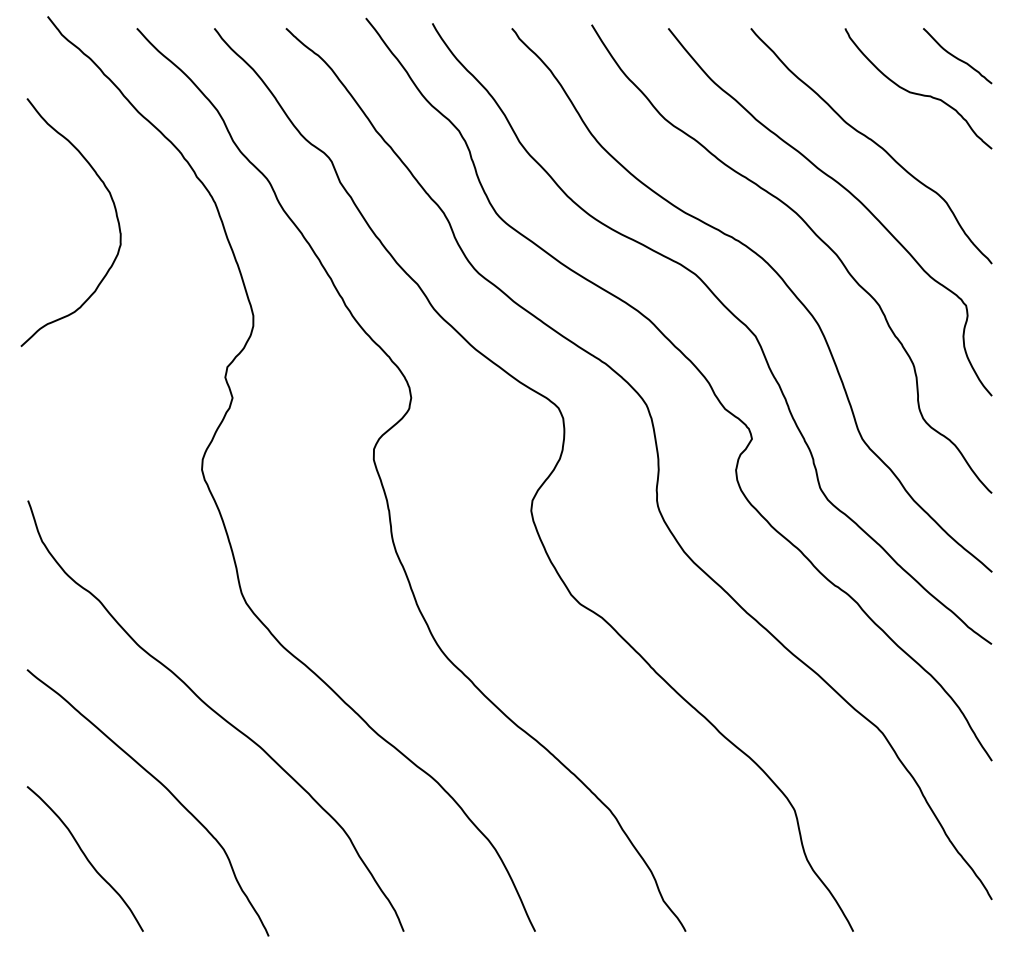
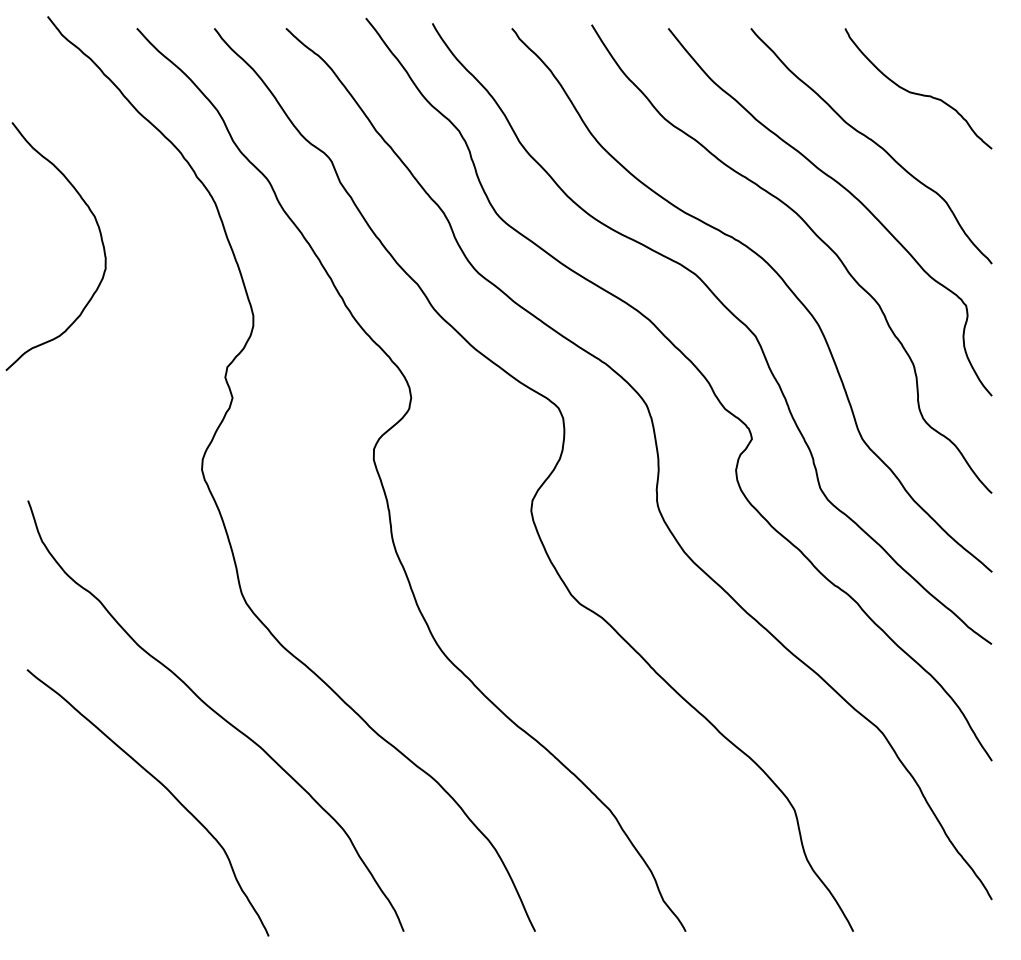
curve at (956, 56): present -> none
curve at (115, 214) position: (115, 214) -> (100, 238)
curve at (85, 858): present -> none
